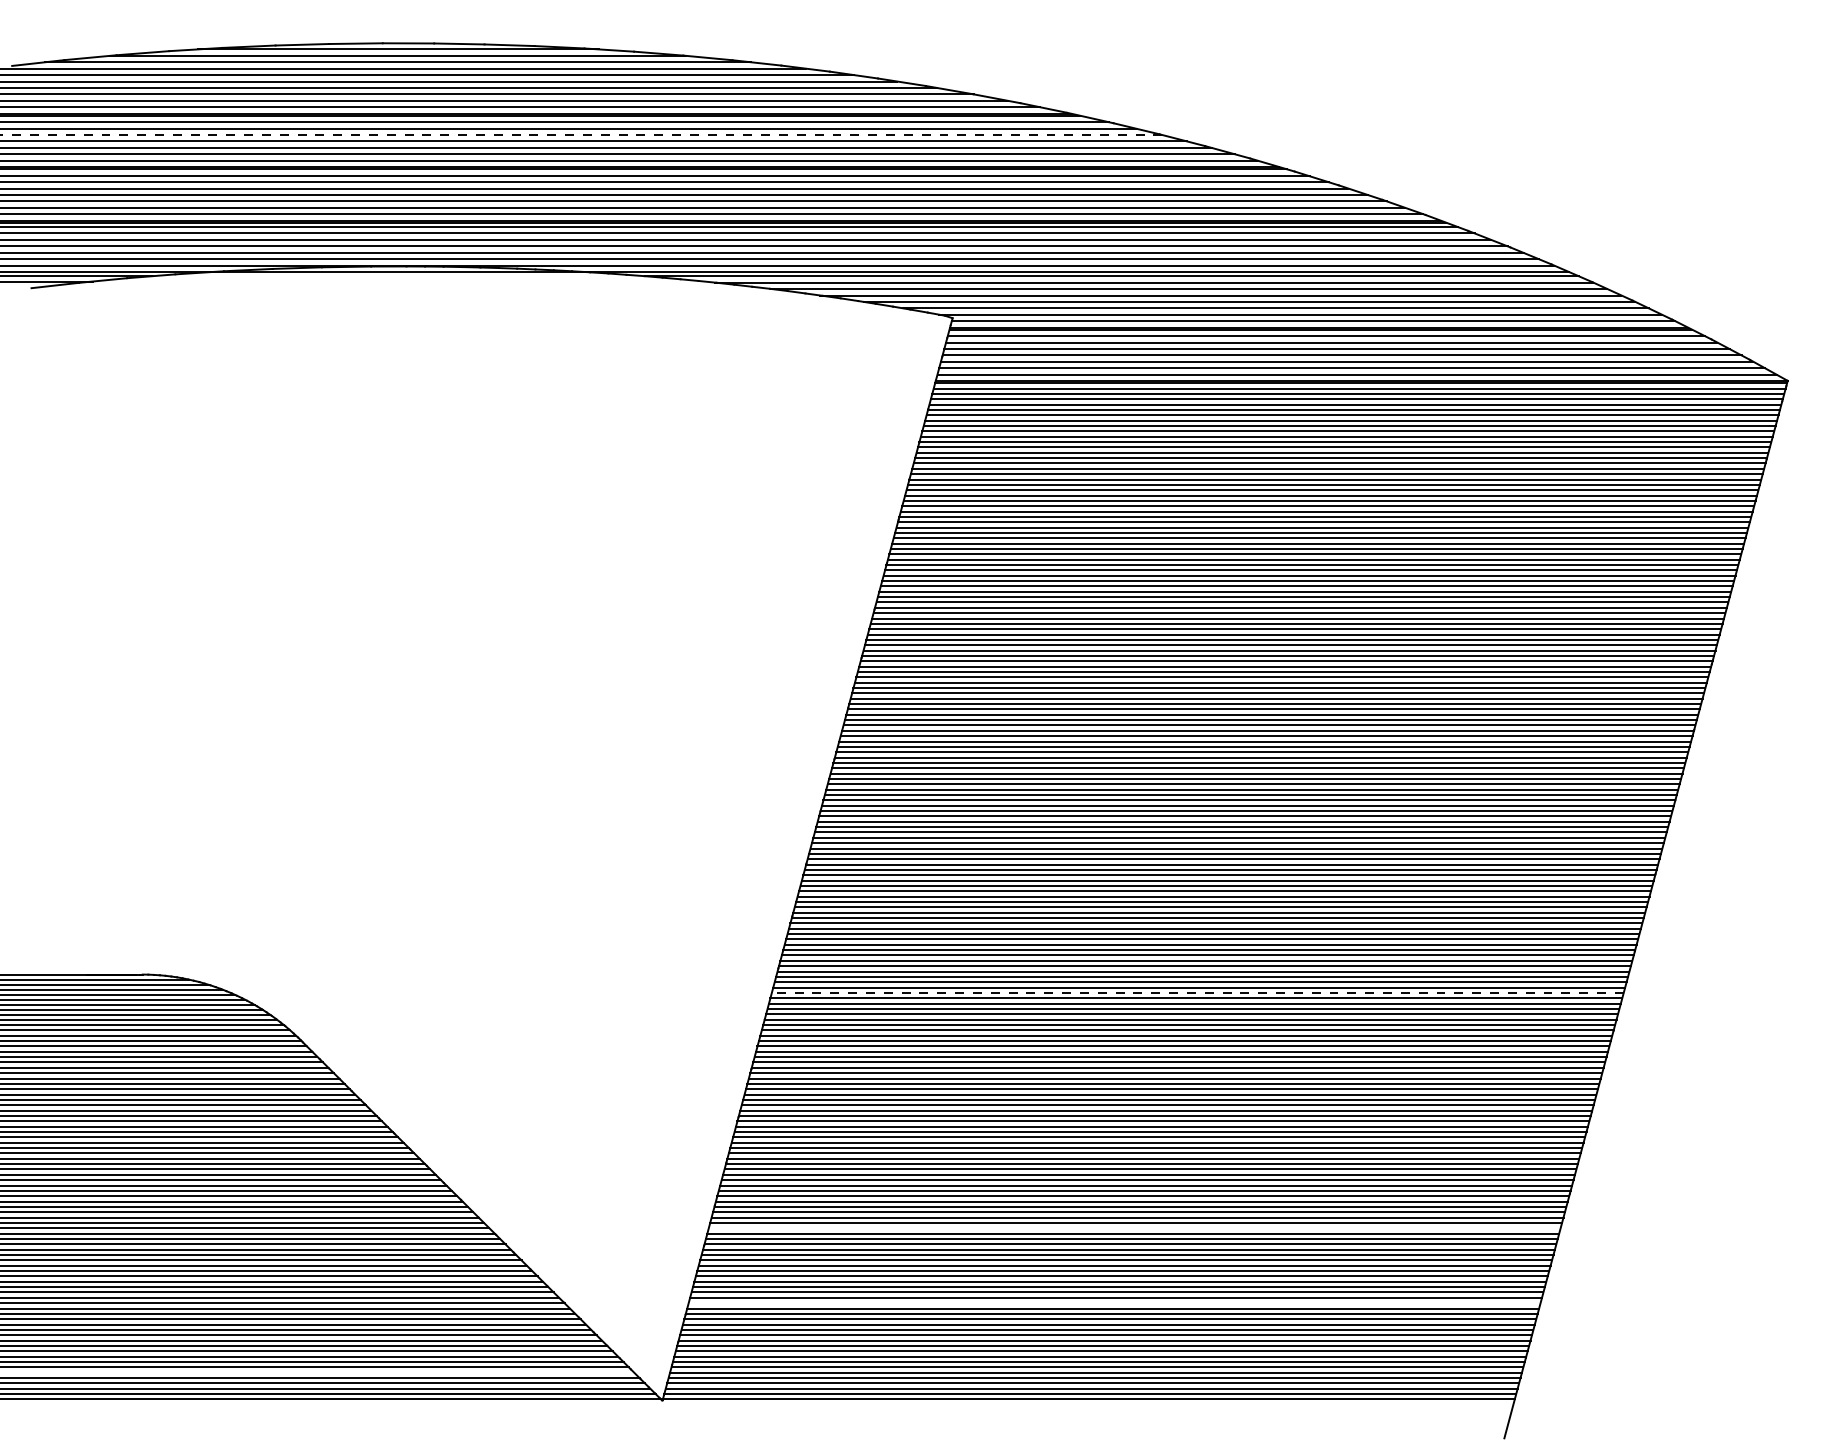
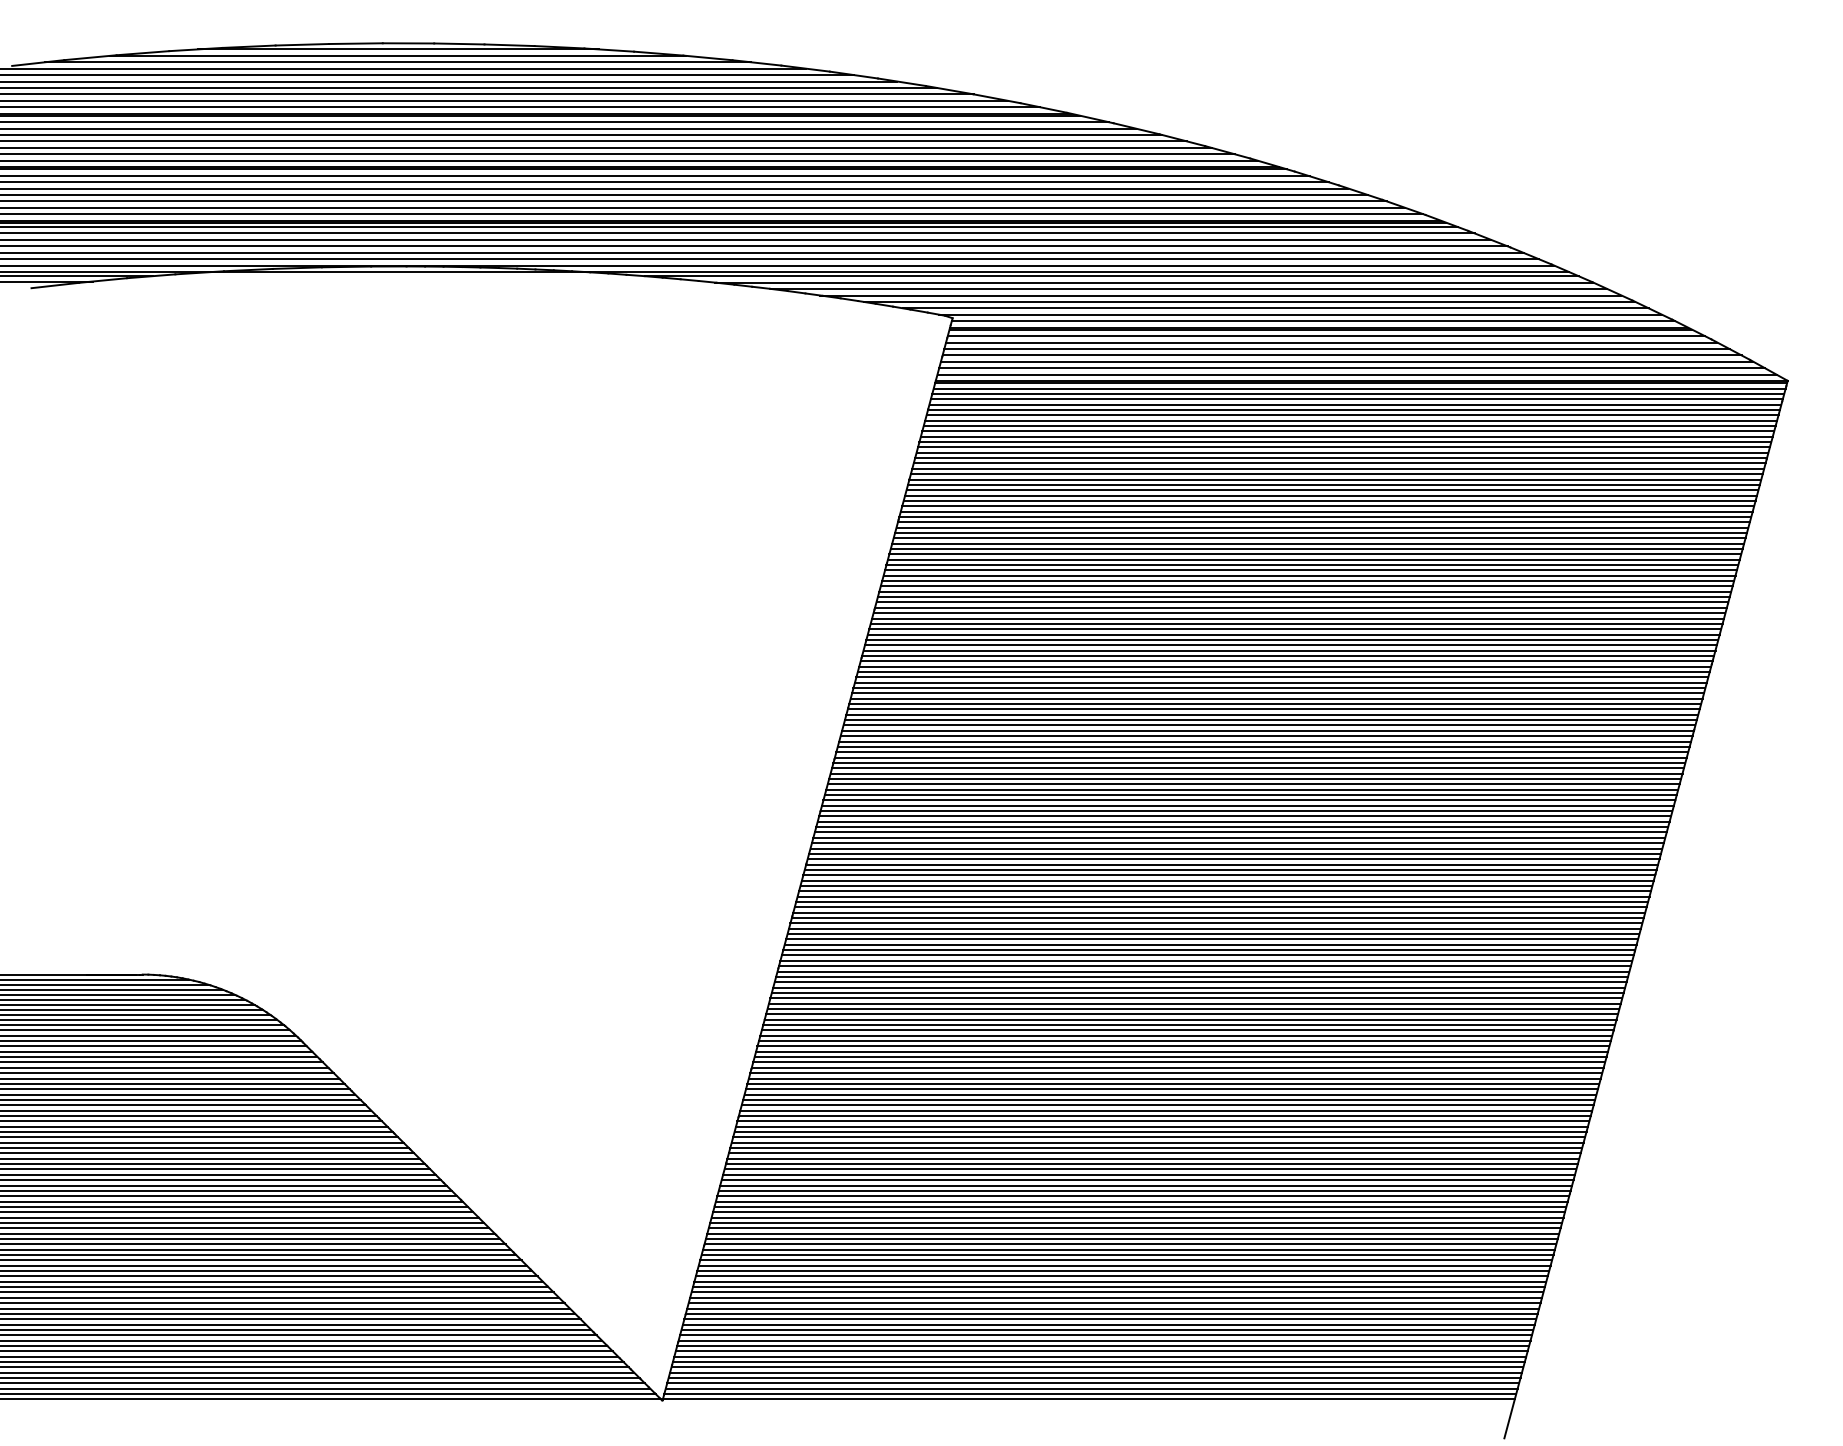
line at (580, 135): dashed -> solid
line at (1197, 992): dashed -> solid
line at (1134, 1228): none -> present
line at (1114, 1303): none -> present
line at (318, 1372): none -> present
